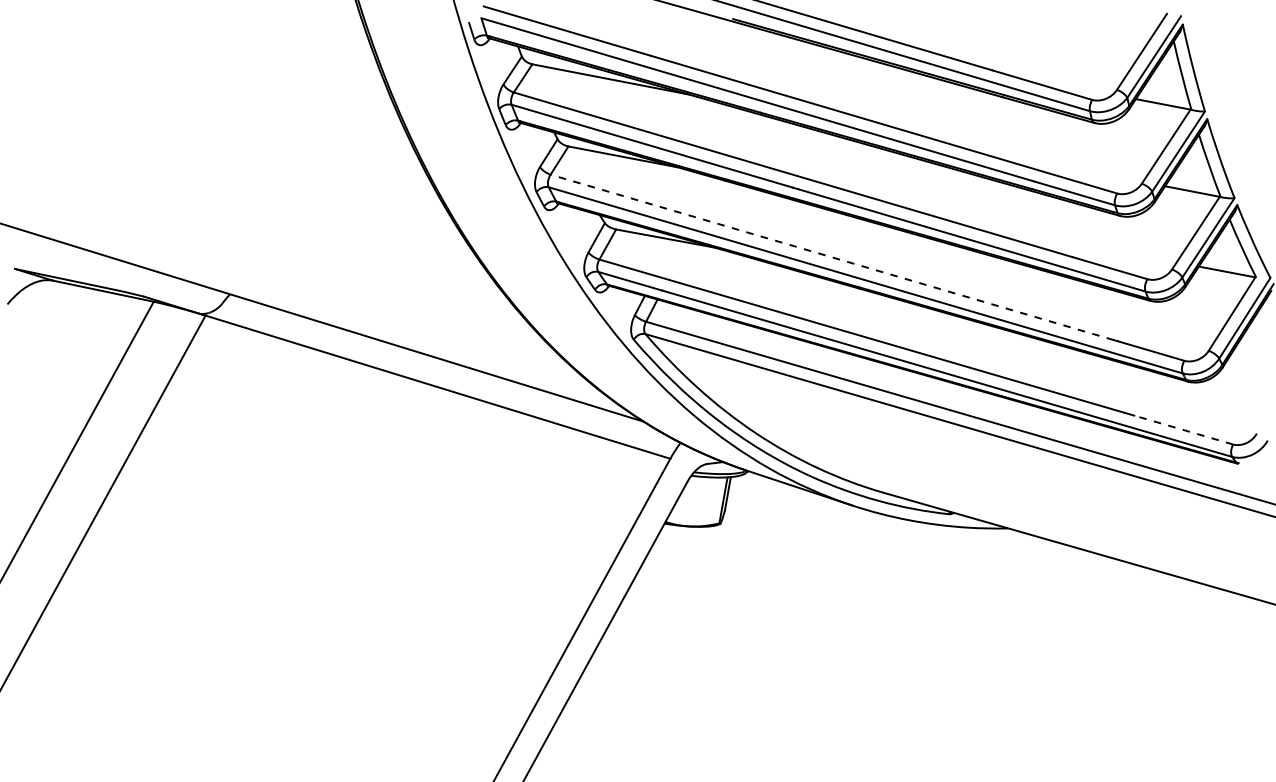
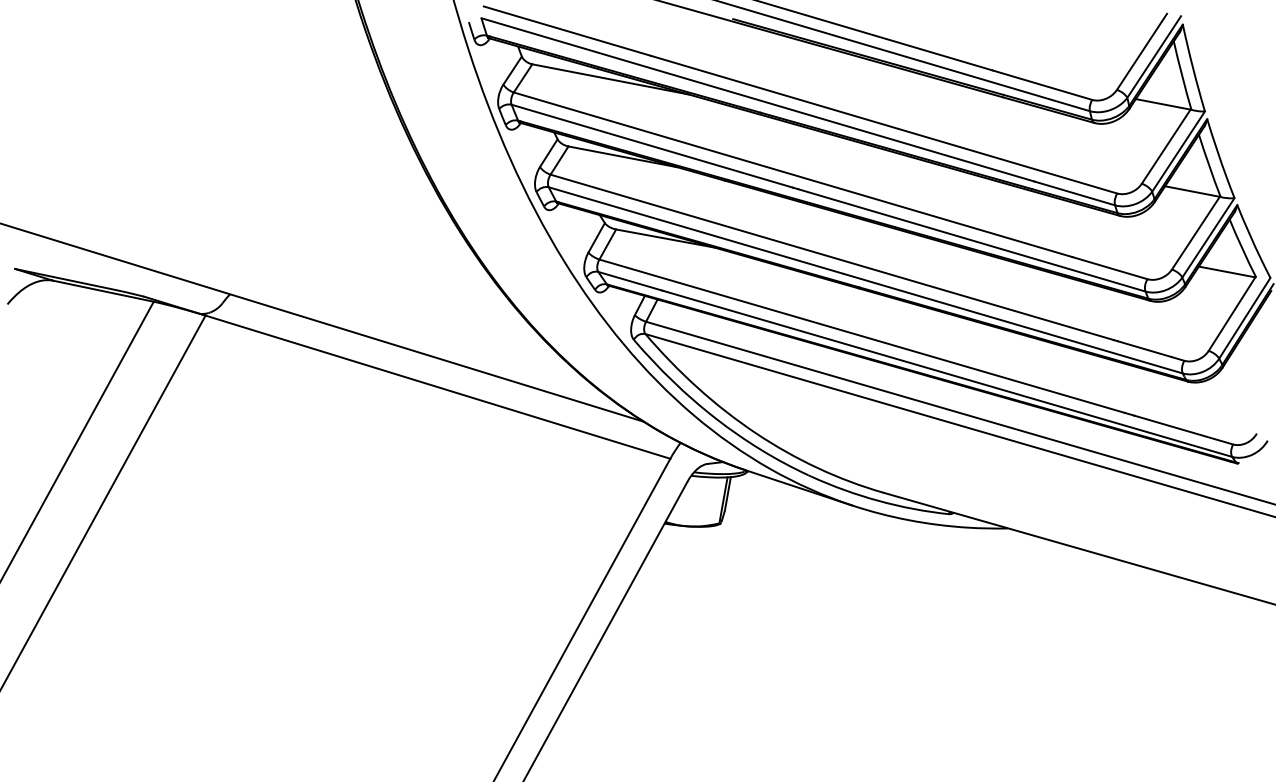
line at (832, 257): dashed -> solid
line at (1183, 429): dashed -> solid
